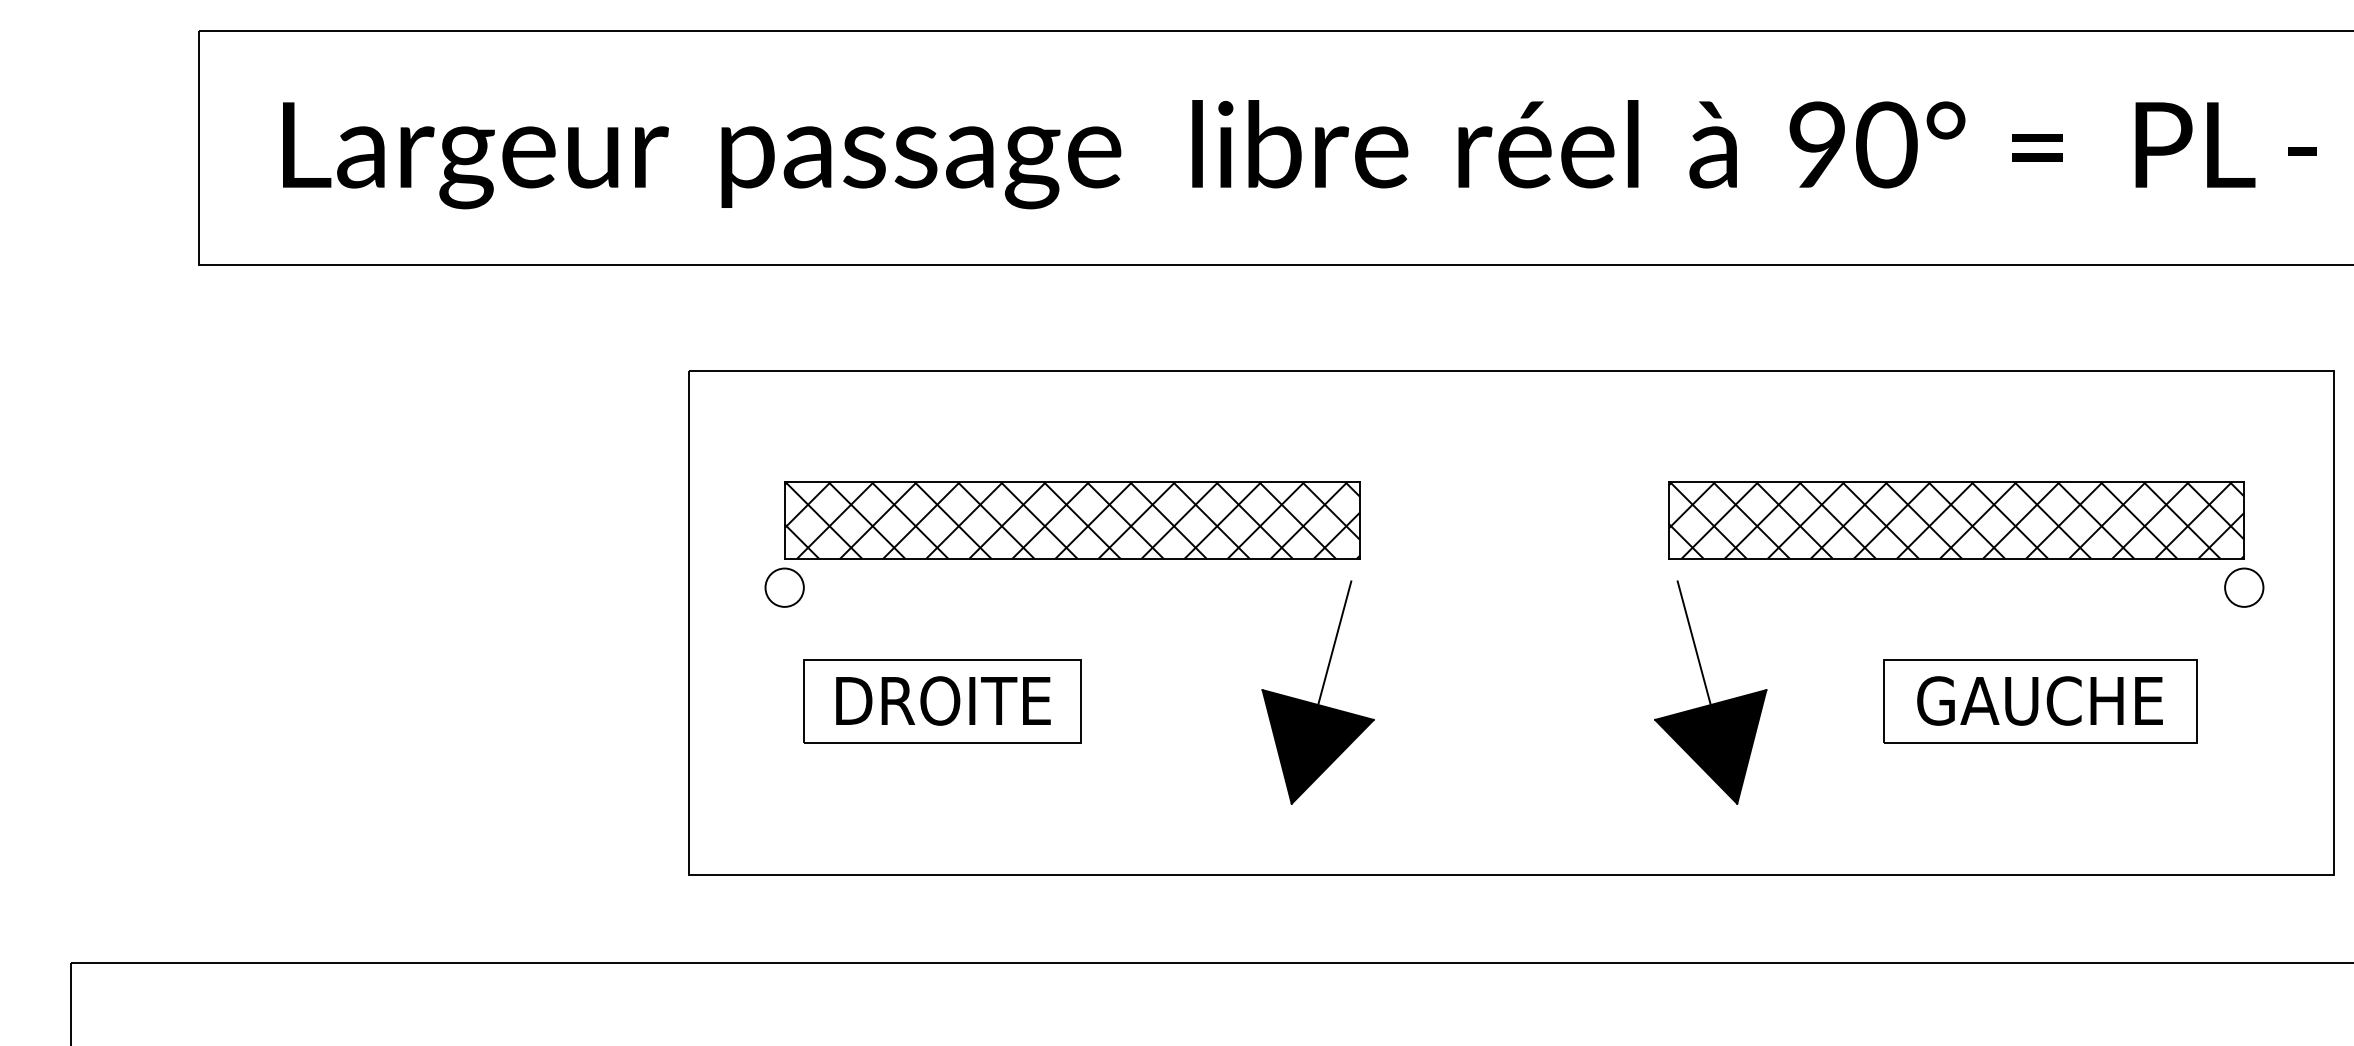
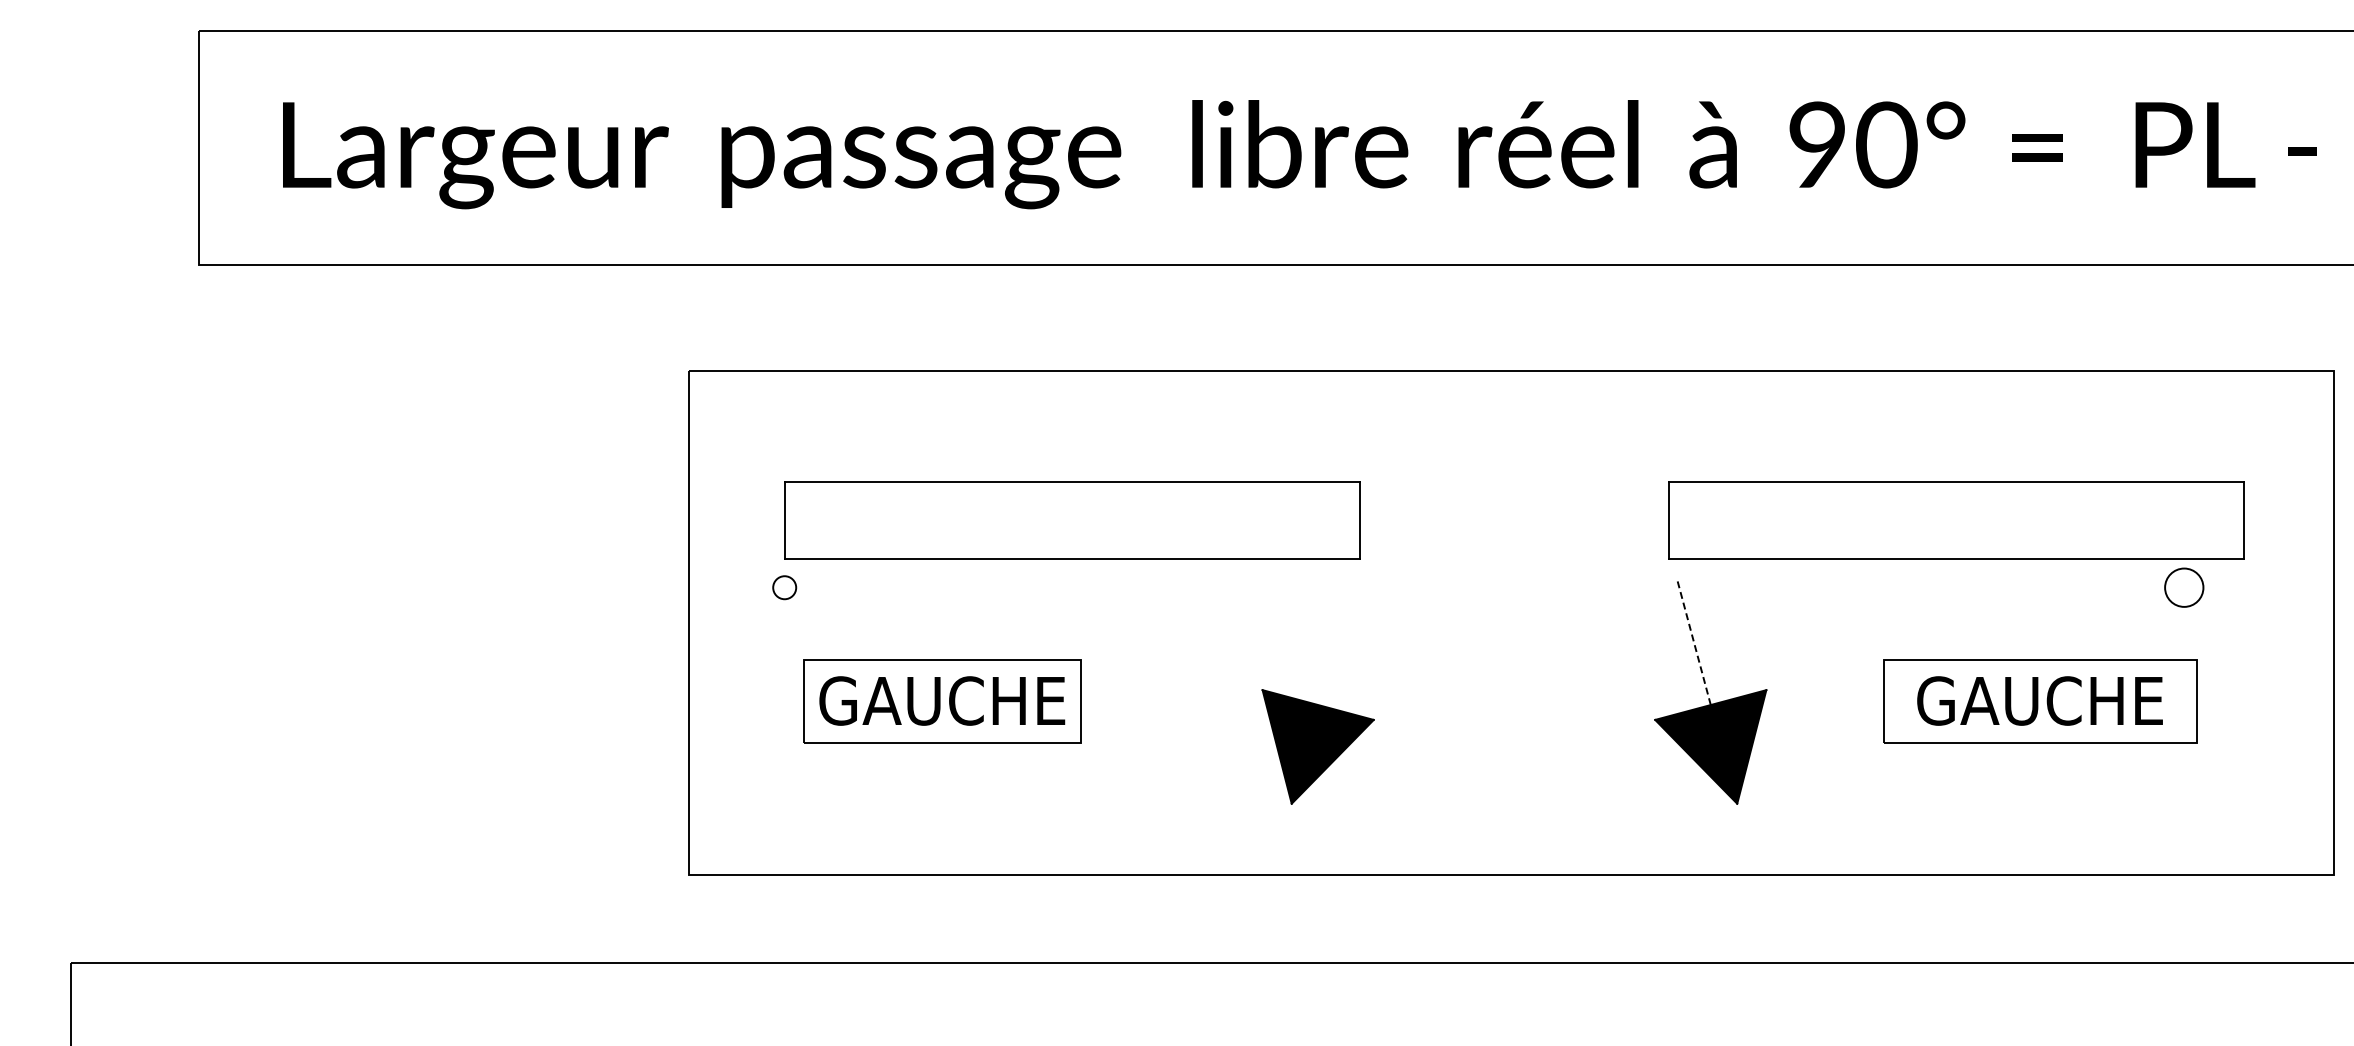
hatch at (1072, 520): present -> none
hatch at (1956, 520): present -> none
circle at (784, 587) diameter: 38 px -> 23 px
circle at (2244, 587) position: (2244, 587) -> (2184, 587)
line at (1334, 643): present -> none
line at (1694, 643): solid -> dashed
text at (942, 700): DROITE -> GAUCHE
